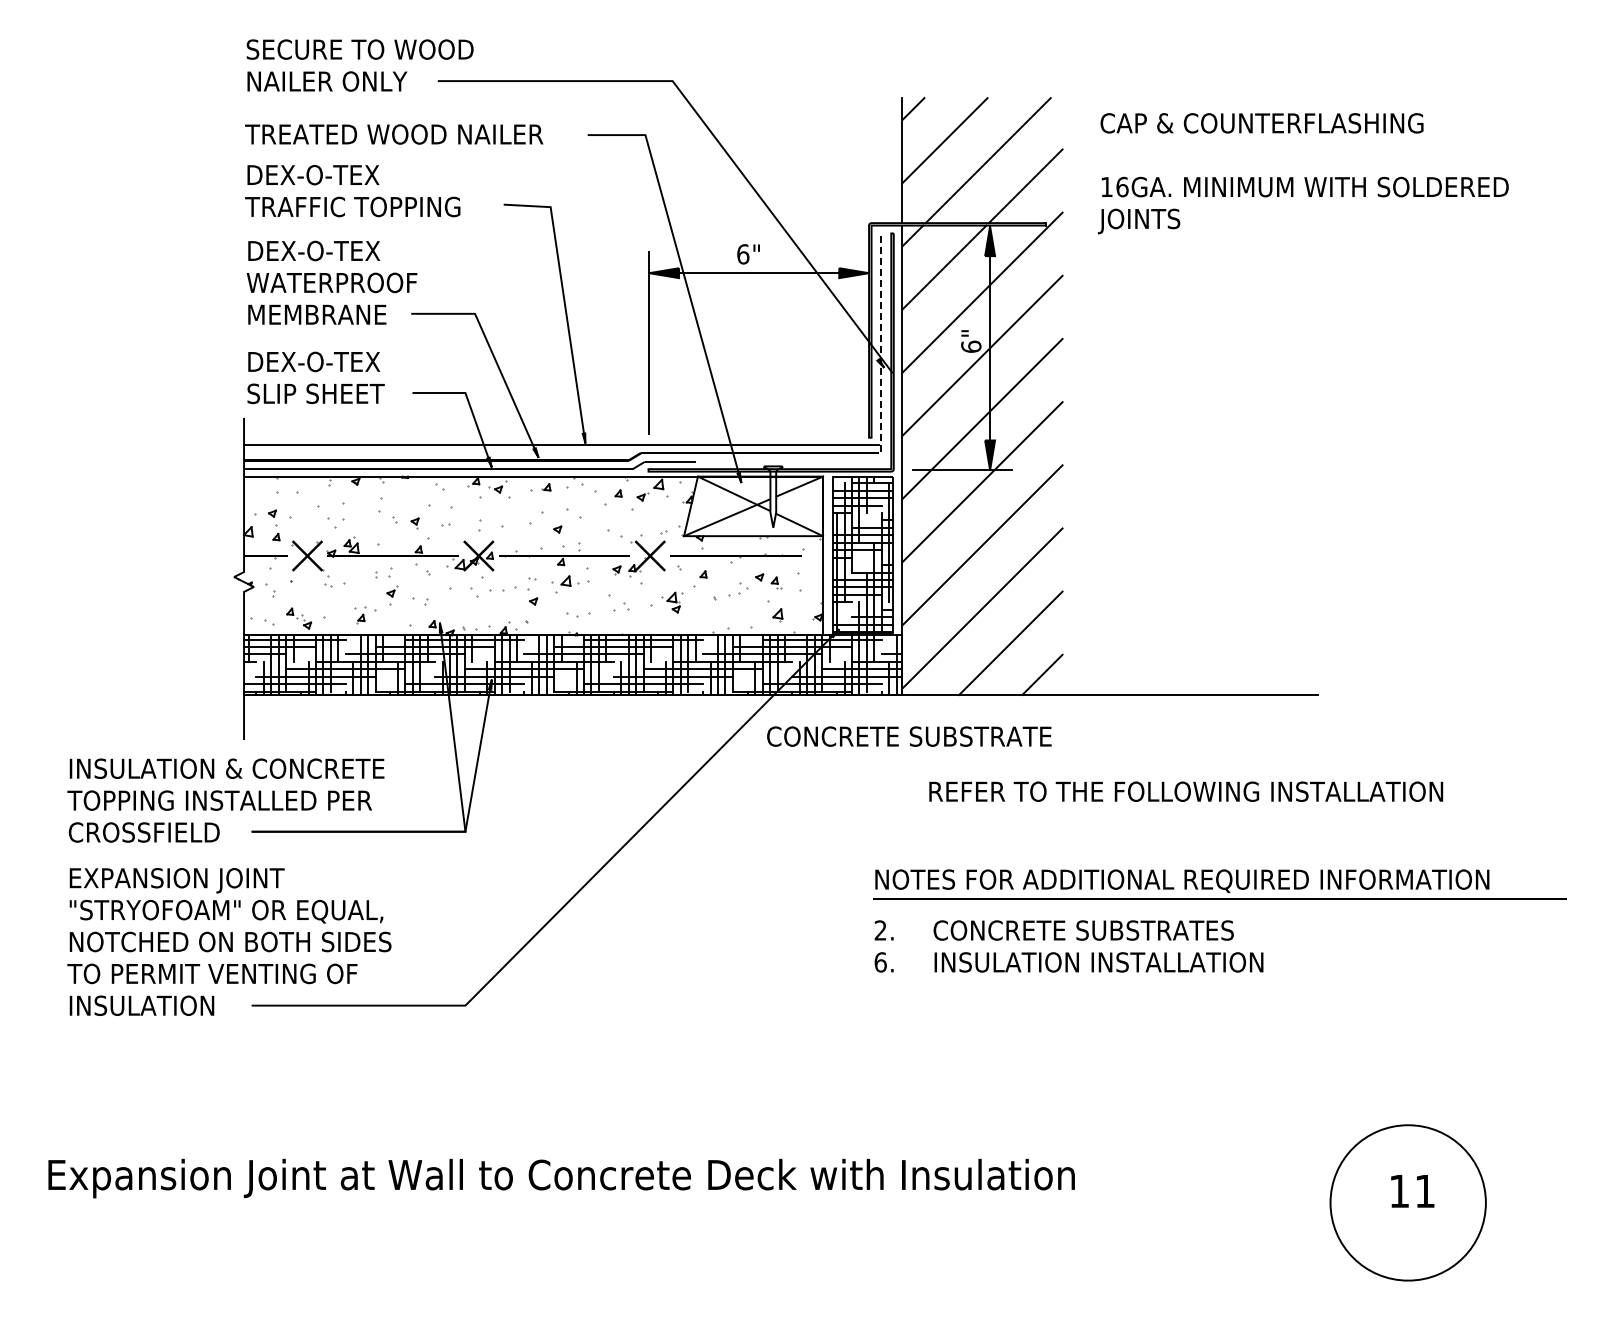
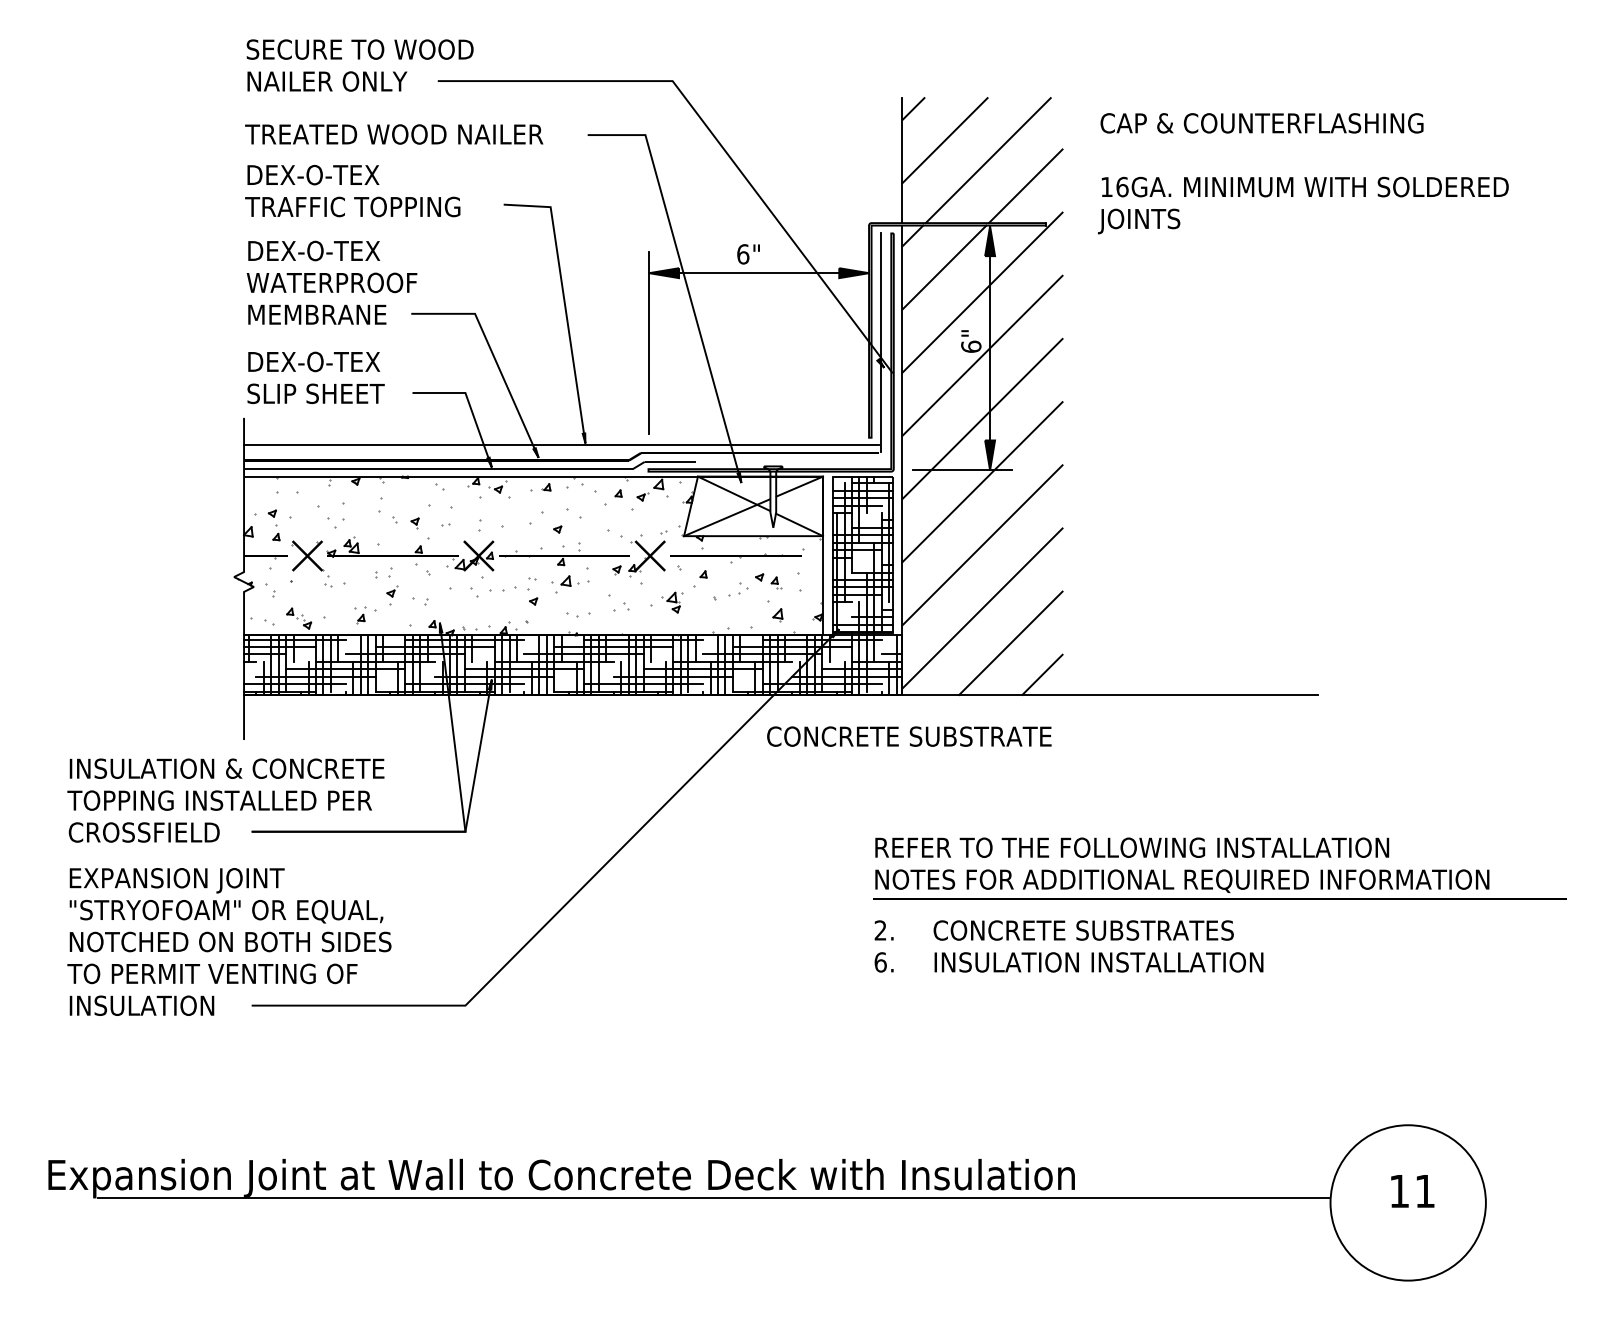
line at (880, 342): dashed -> solid
text at (1186, 791) position: (1186, 791) -> (1132, 847)
line at (713, 1198): none -> present
